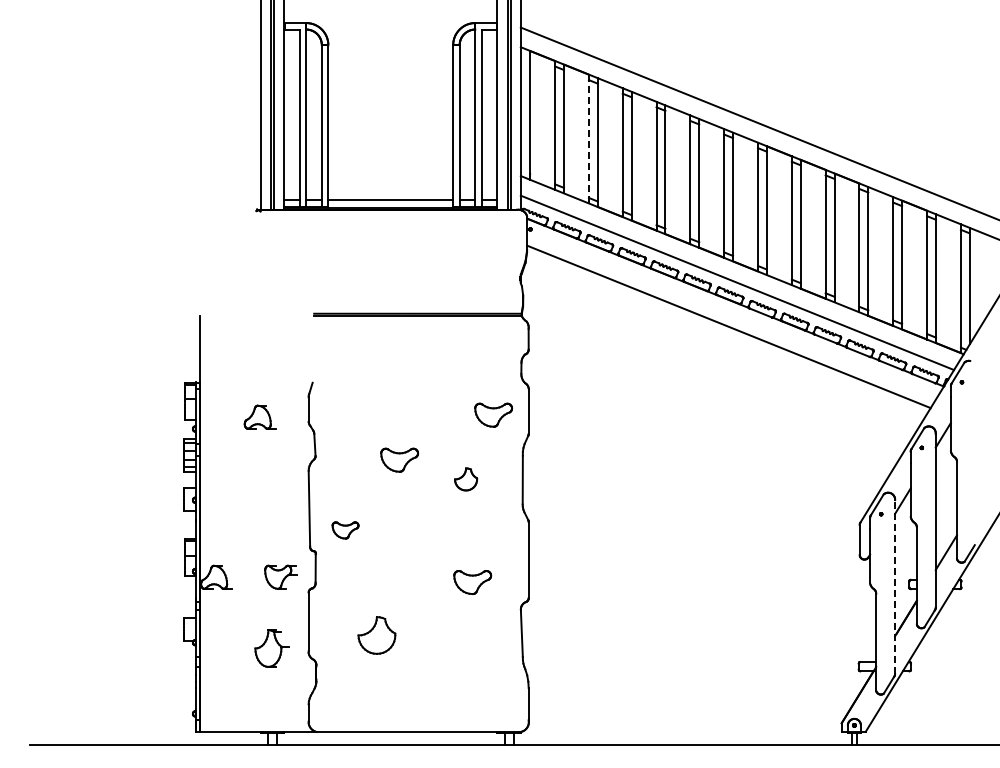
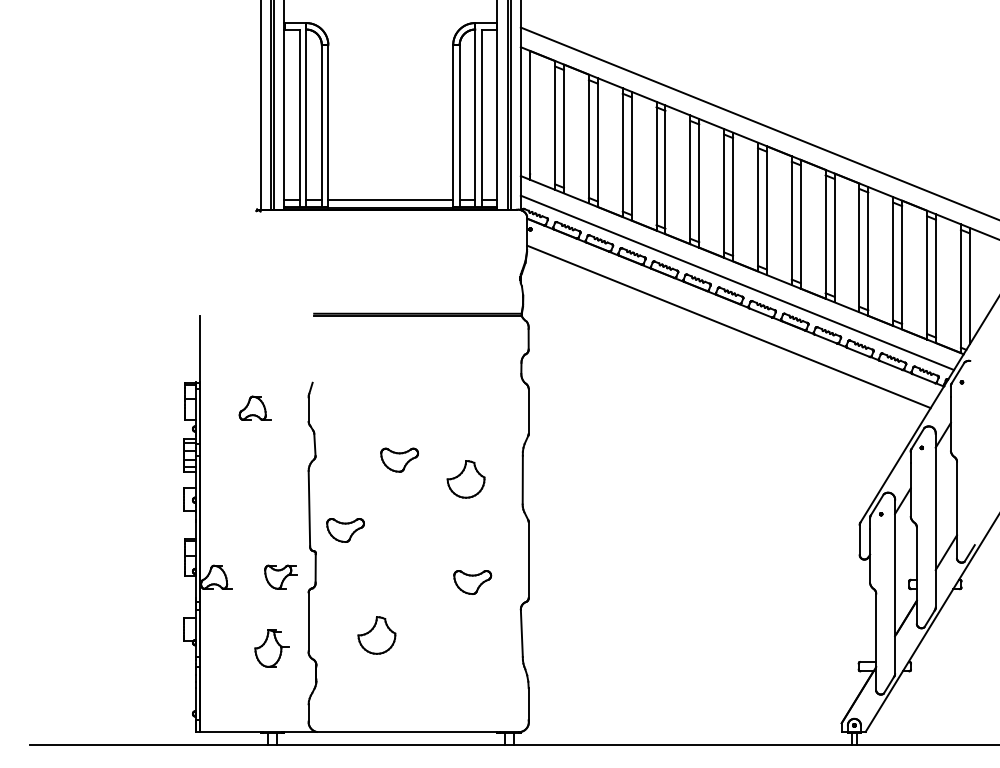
line at (588, 139): dashed -> solid
part at (493, 414): present -> none
part at (259, 416) position: (259, 416) -> (254, 407)
part at (466, 479) size: 25x25 px -> 40x39 px
part at (345, 530) size: 29x19 px -> 39x25 px
line at (895, 587): dashed -> solid
